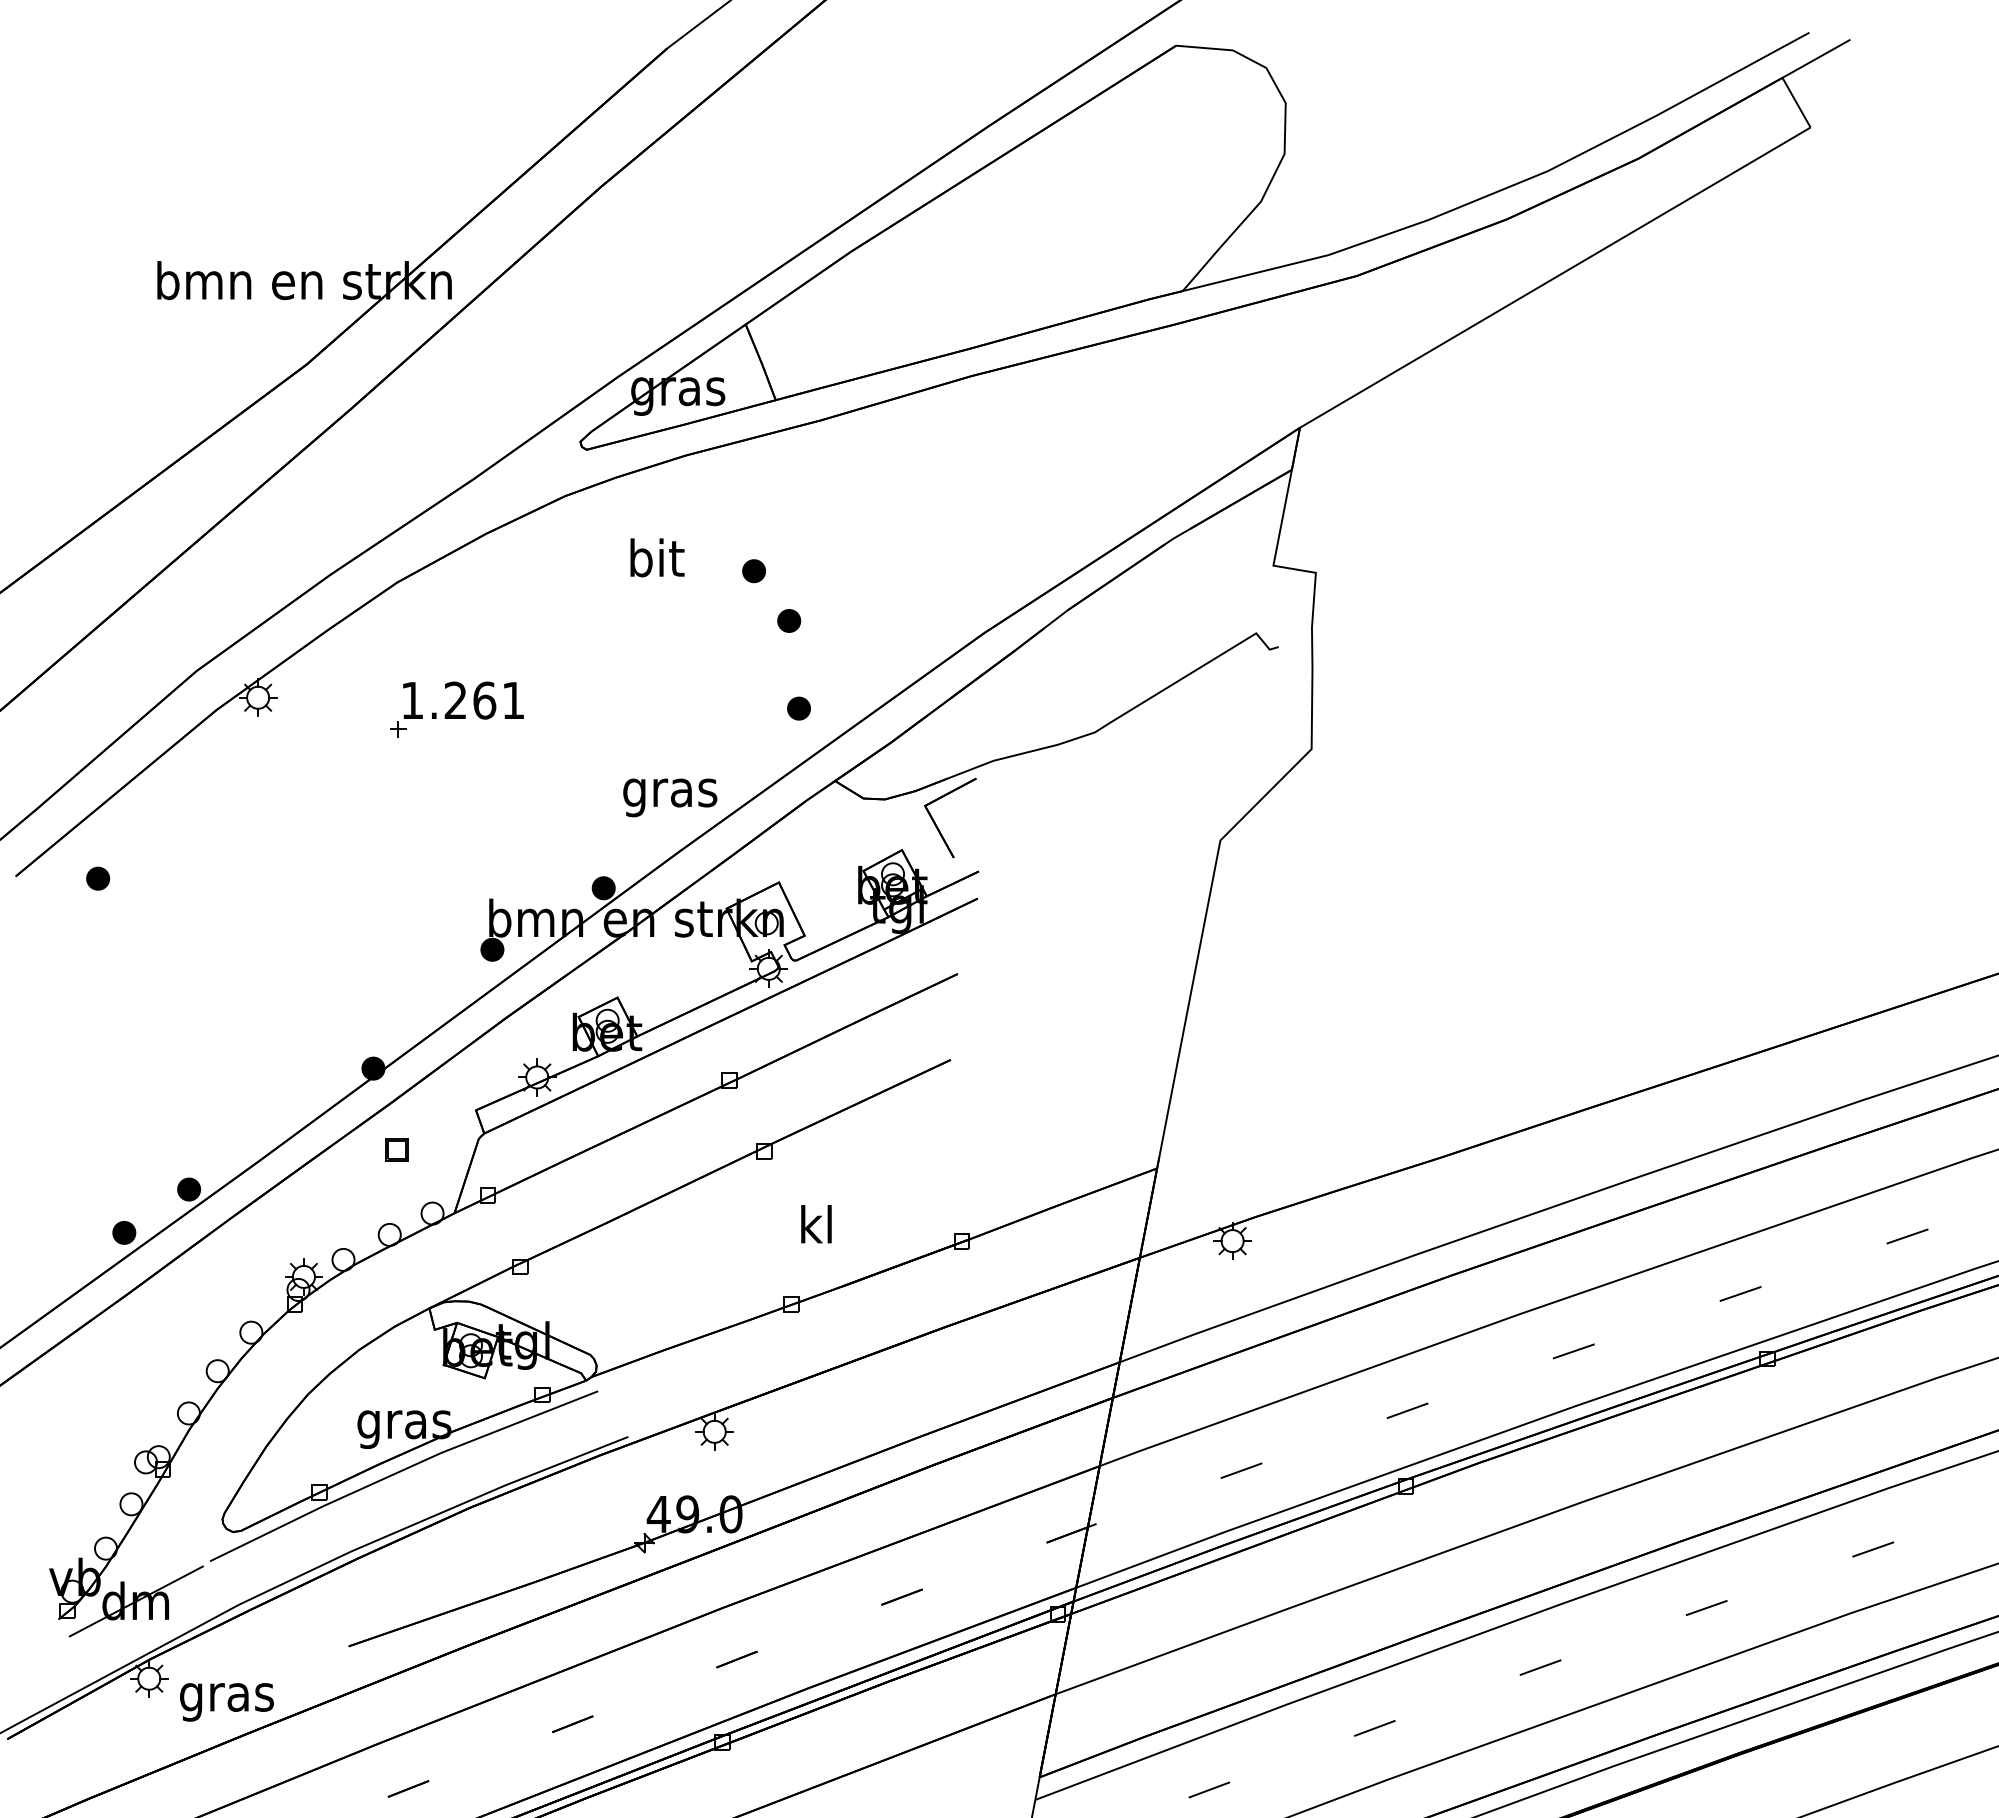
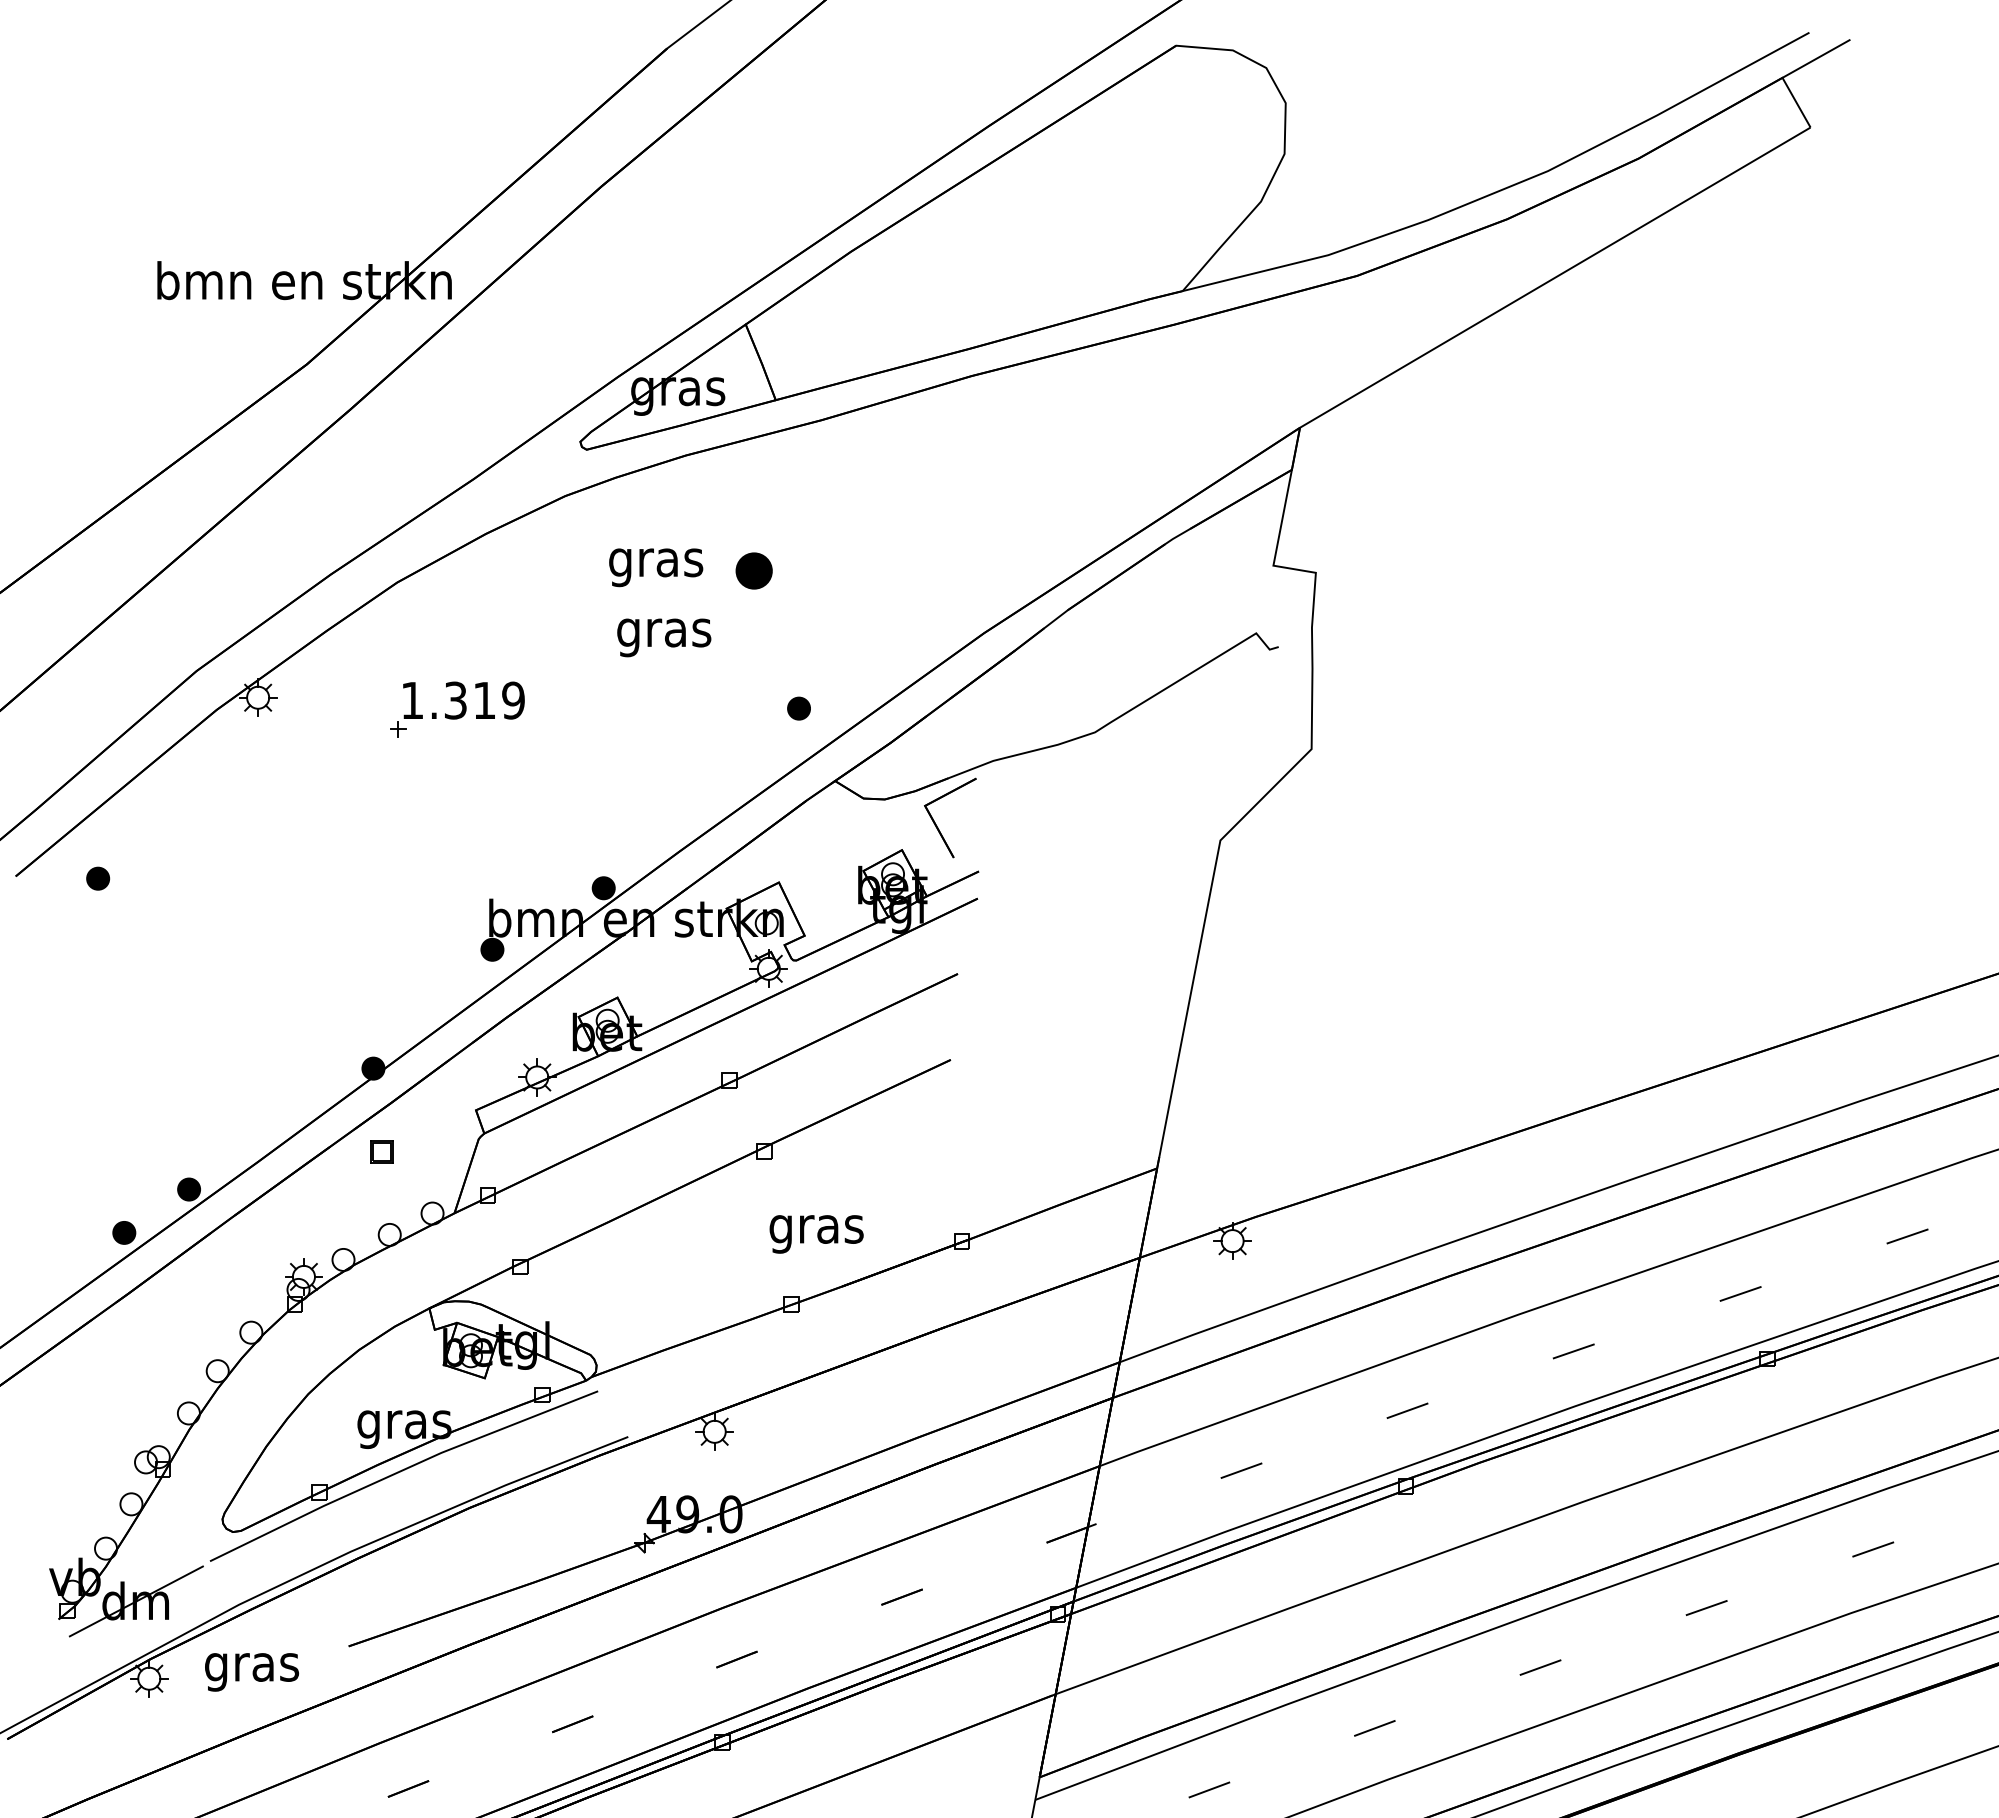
text at (656, 562): bit -> gras
part at (753, 571) size: 24x25 px -> 38x38 px
part at (789, 620): present -> none
text at (484, 700): 1.261 -> 1.319
text at (670, 797) position: (670, 797) -> (664, 637)
part at (396, 1149) position: (396, 1149) -> (381, 1151)
text at (816, 1229): kl -> gras
text at (226, 1702) position: (226, 1702) -> (251, 1672)
